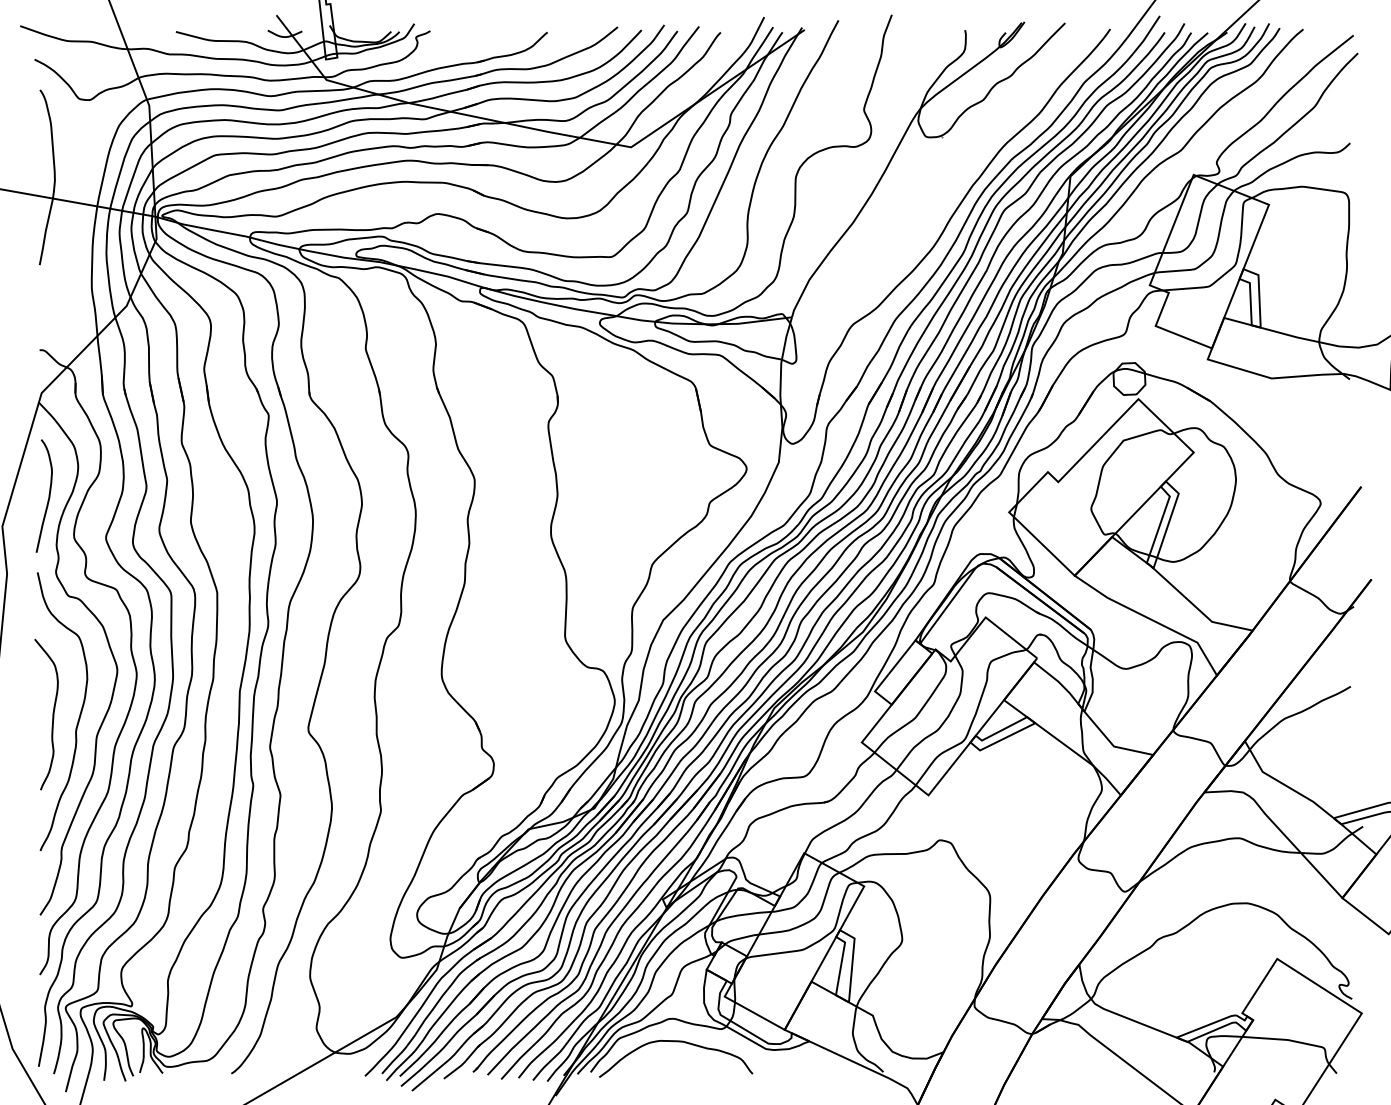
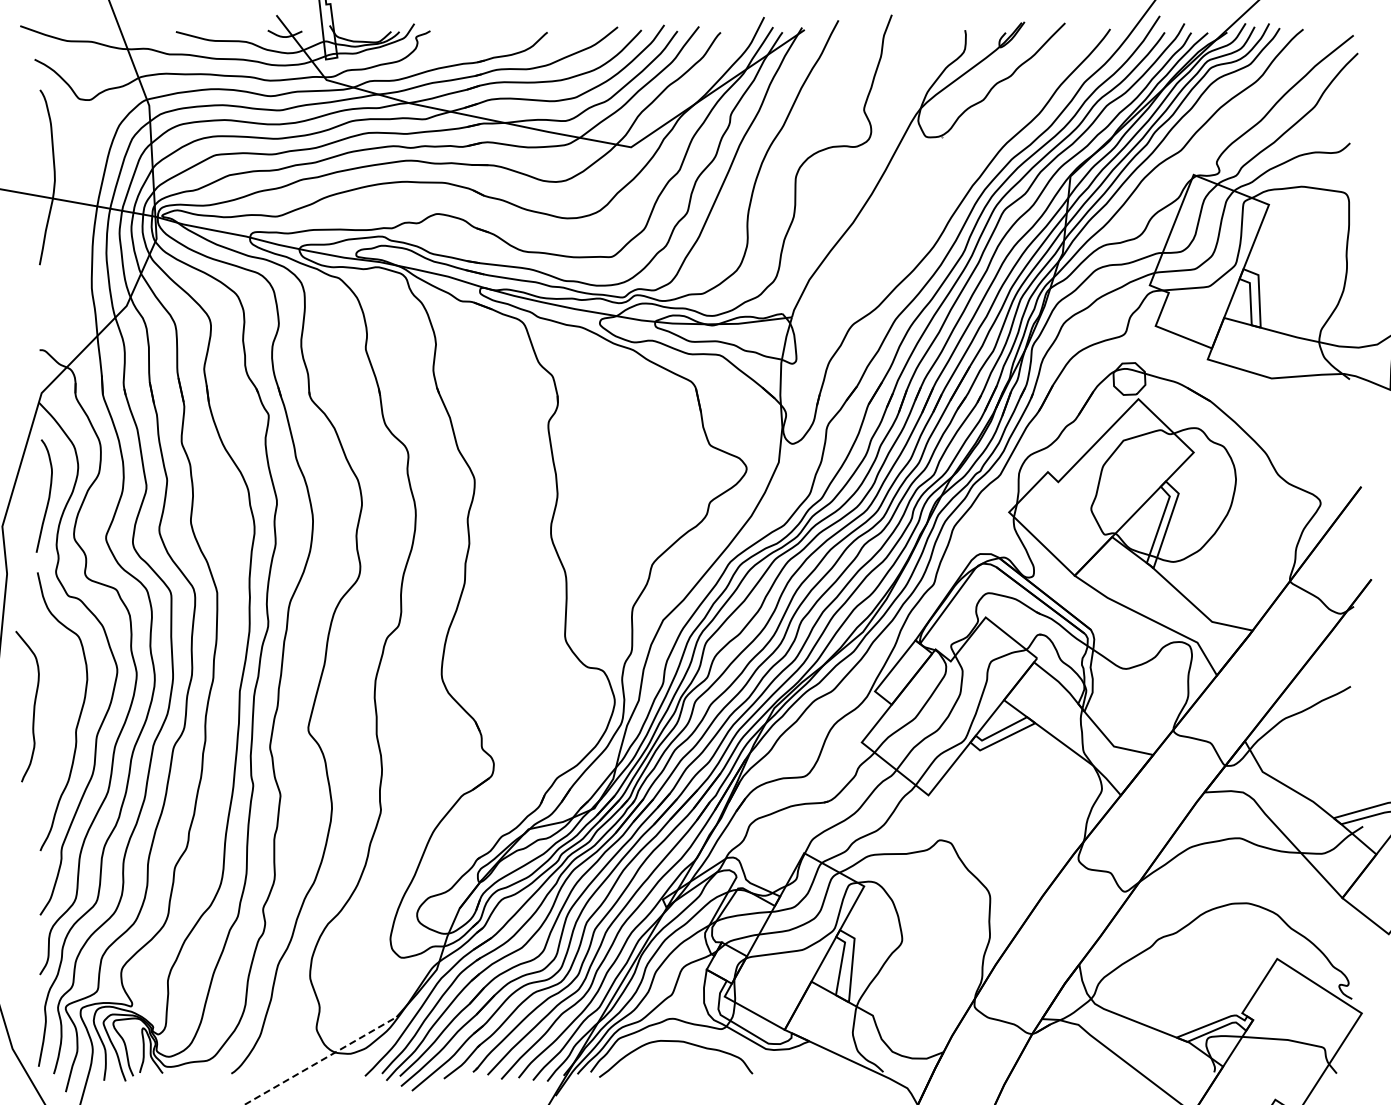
curve at (52, 714) position: (52, 714) -> (33, 706)
line at (320, 1060): solid -> dashed
